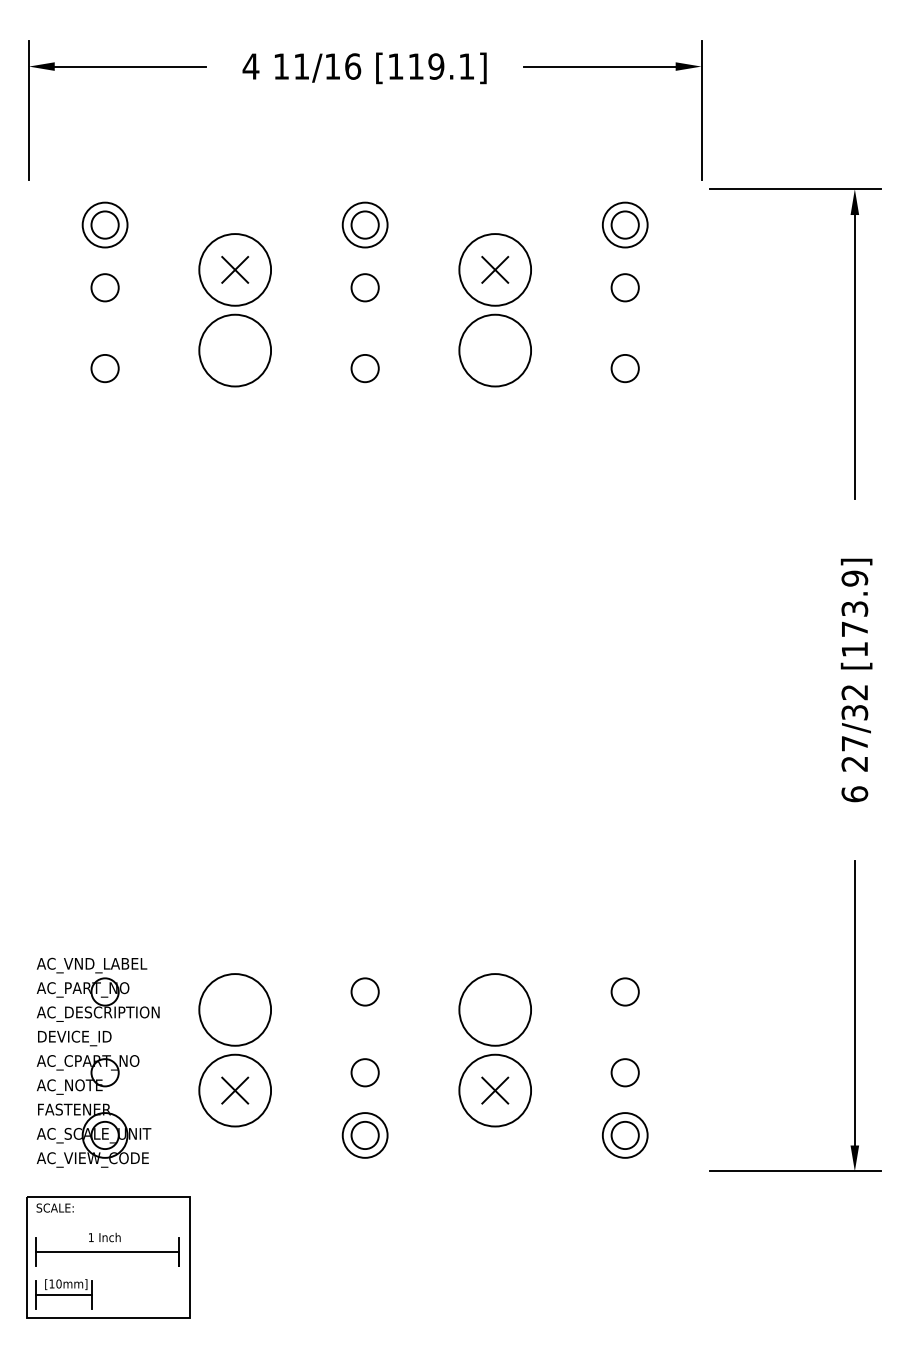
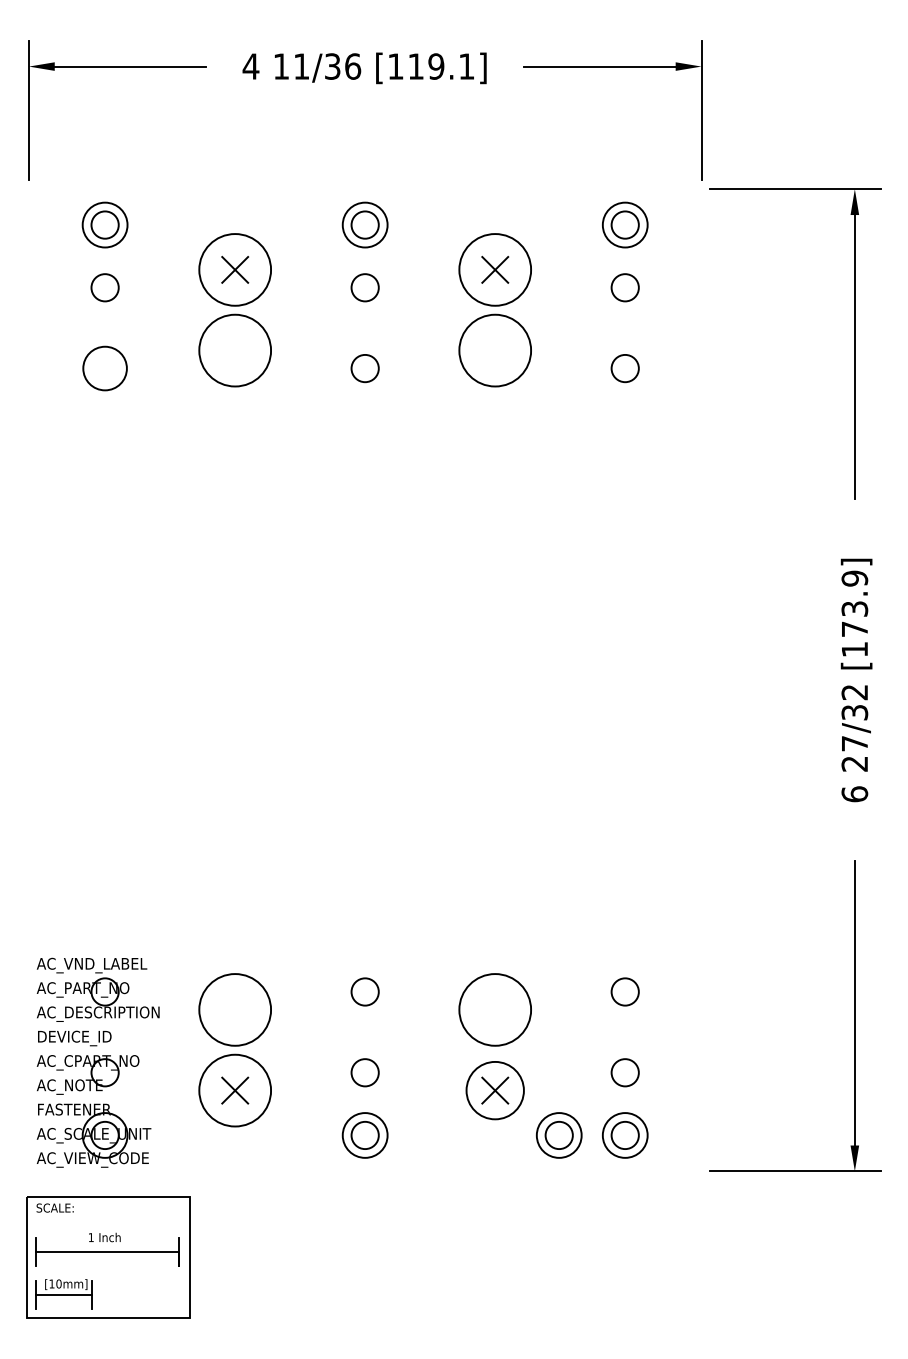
text at (332, 66): 11/16 -> 11/36
circle at (104, 368) diameter: 27 px -> 44 px
circle at (495, 1090) diameter: 72 px -> 57 px
part at (559, 1135): none -> present
